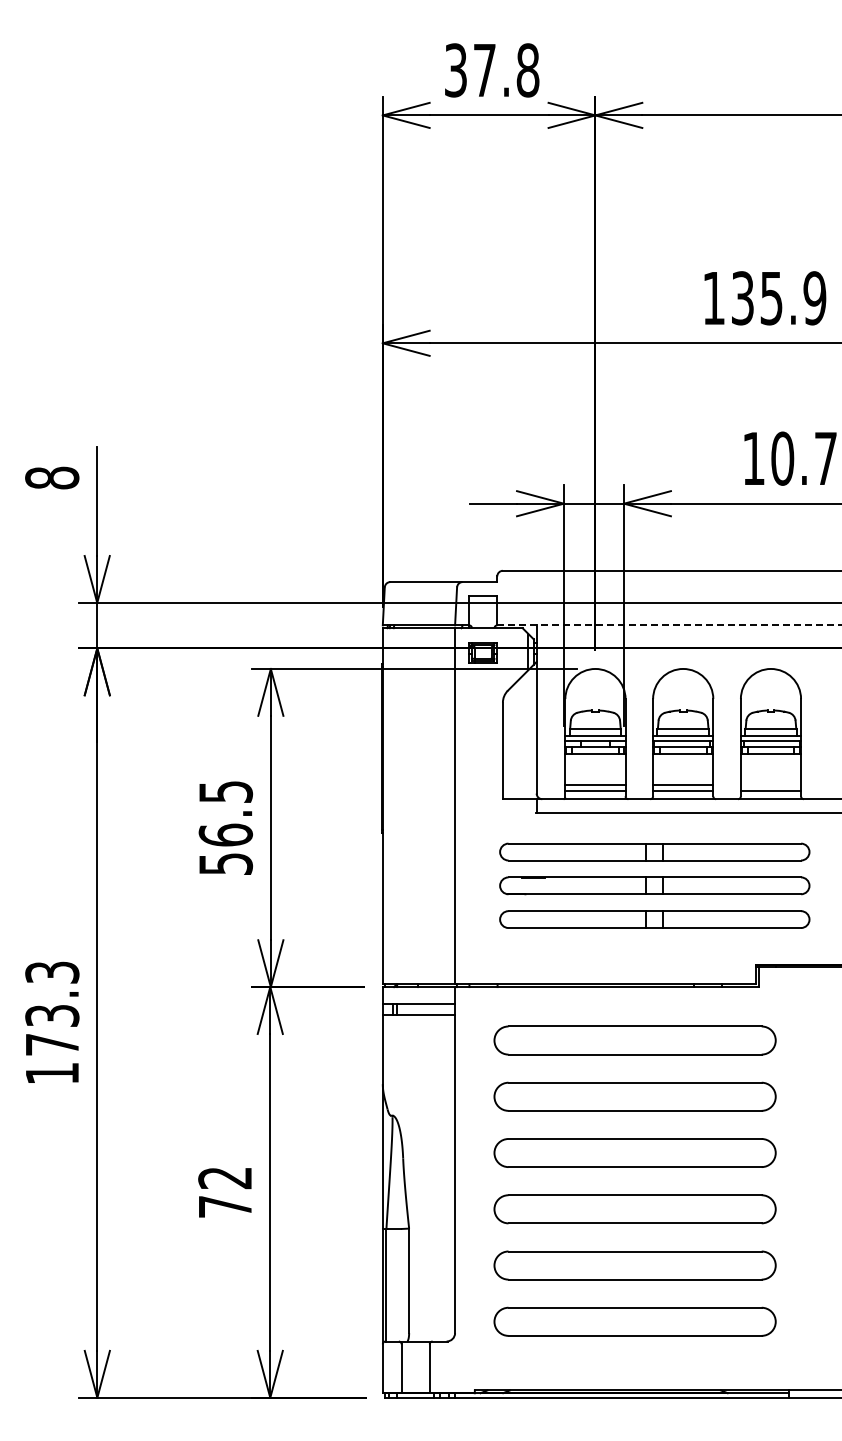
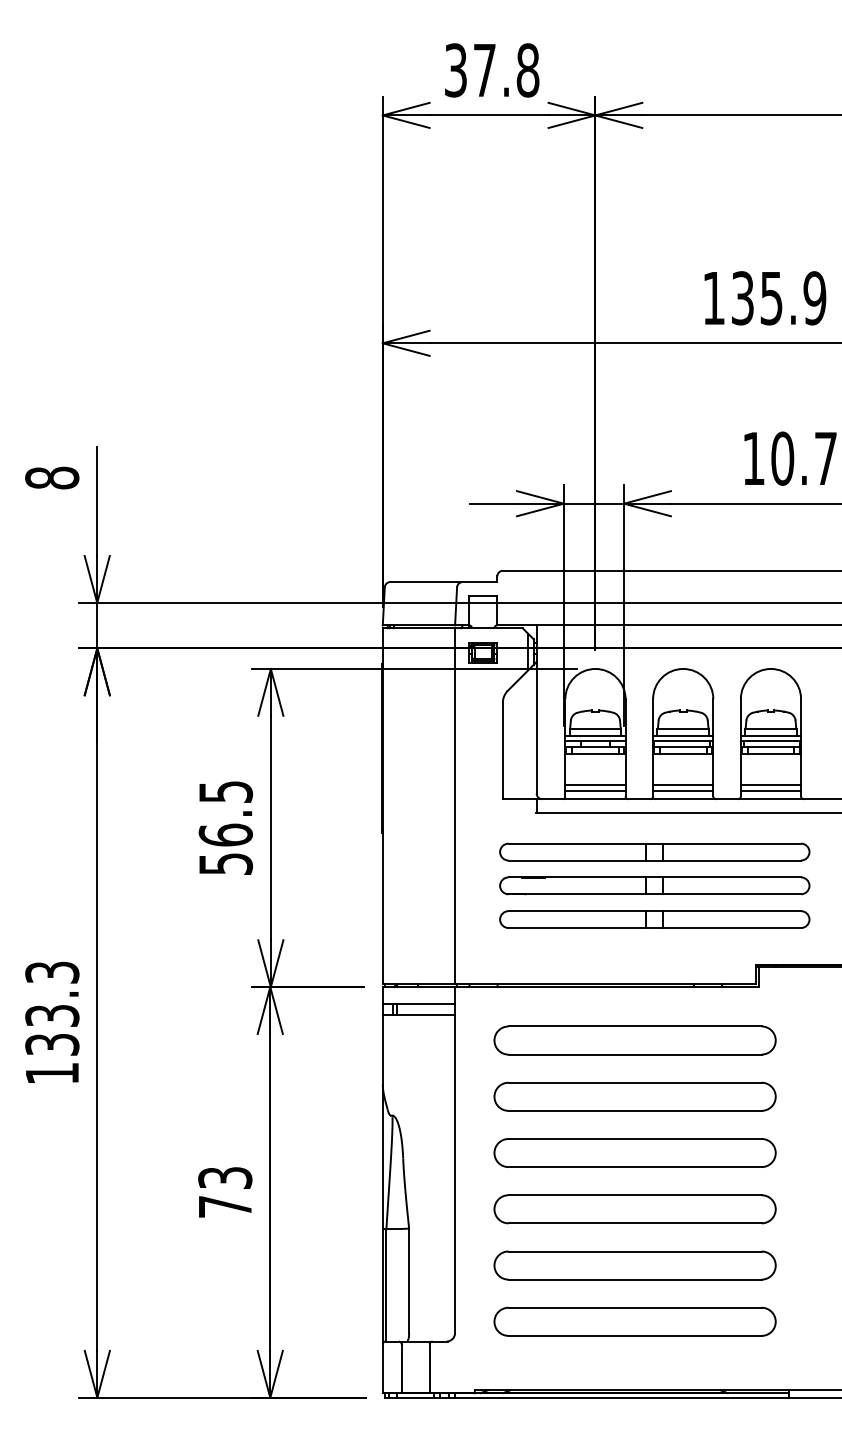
line at (669, 625): dashed -> solid
line at (770, 785): none -> present
text at (52, 1044): 173.3 -> 133.3
text at (225, 1178): 72 -> 73
